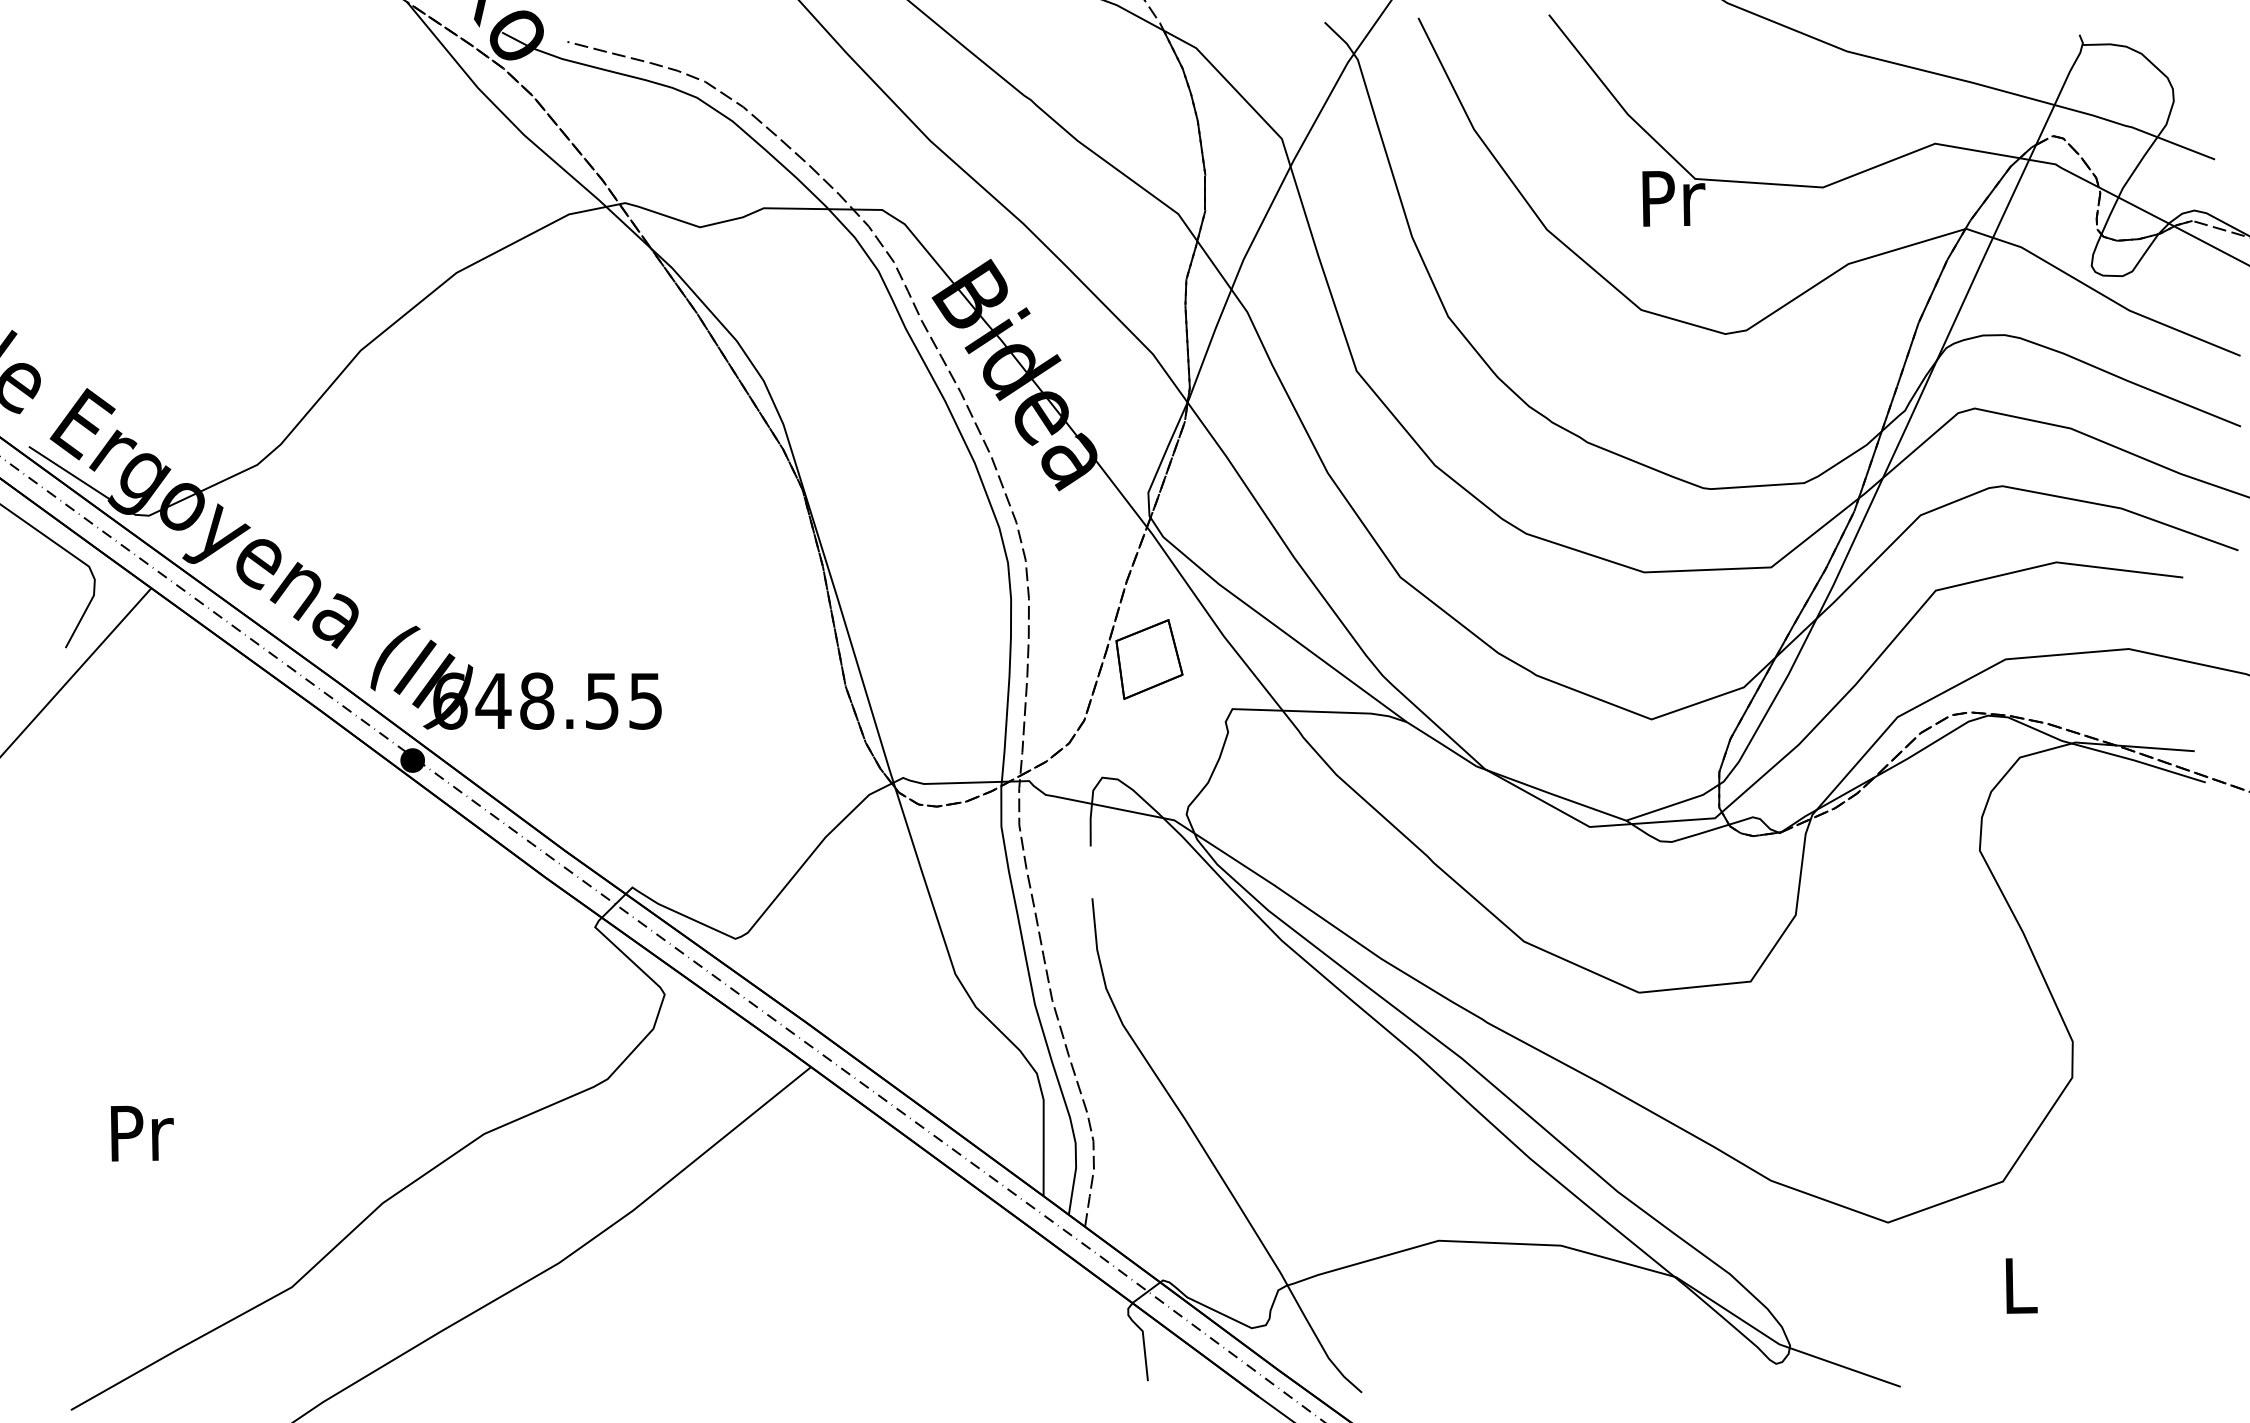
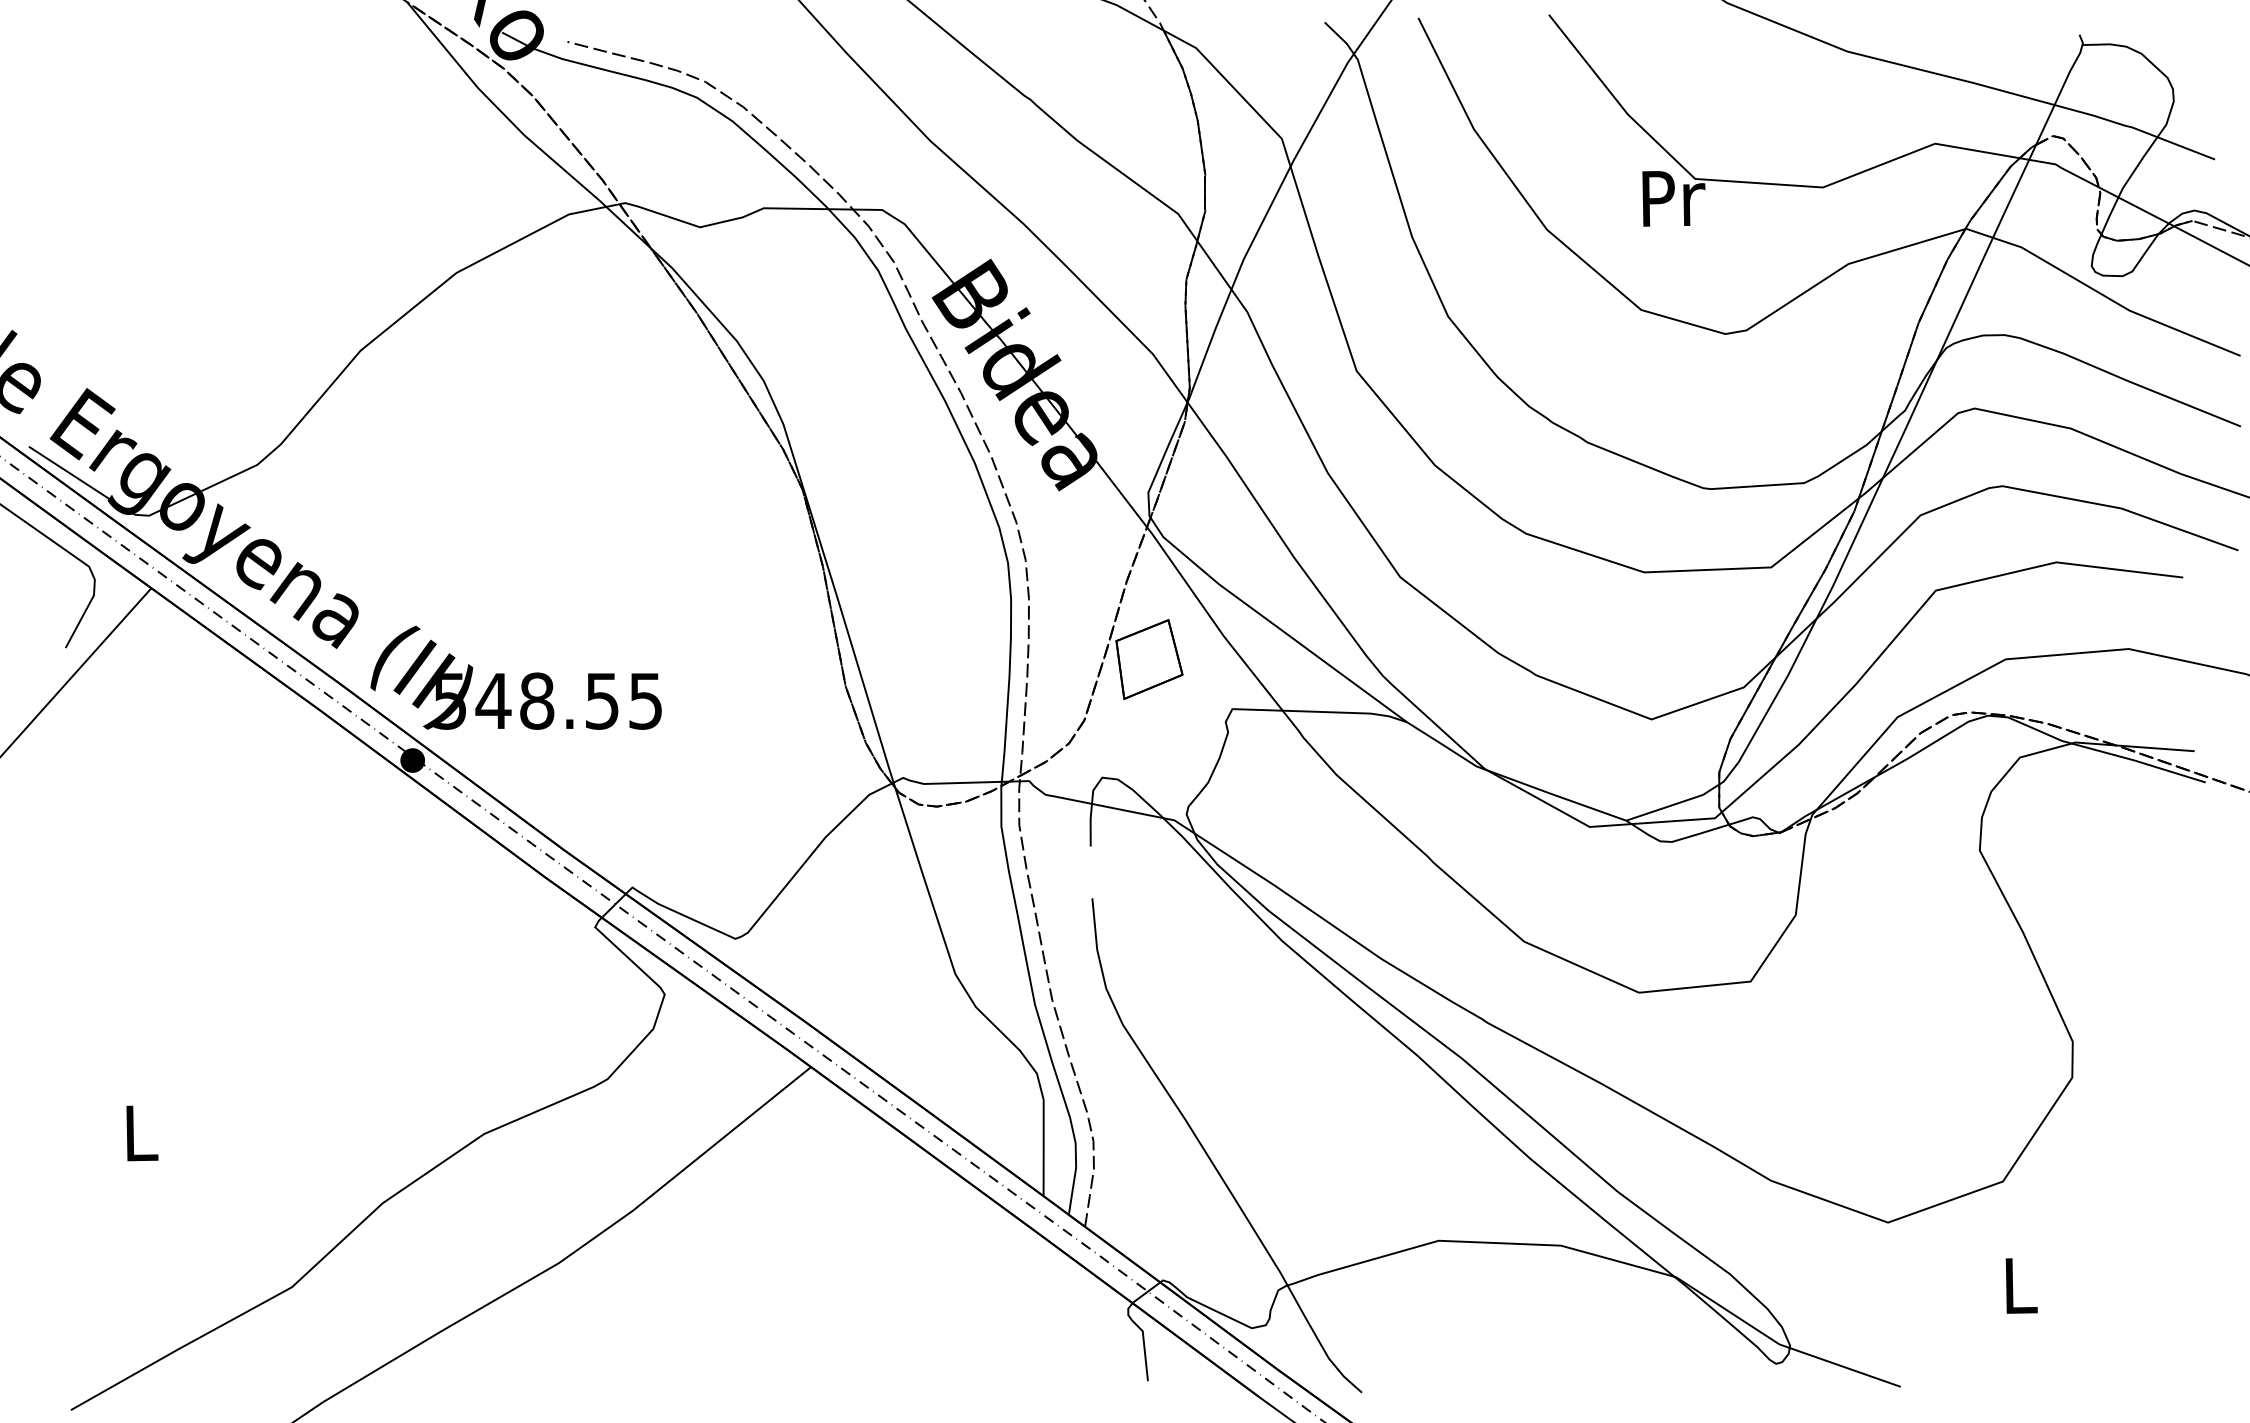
text at (450, 700): 648.55 -> 548.55
text at (141, 1133): Pr -> L
